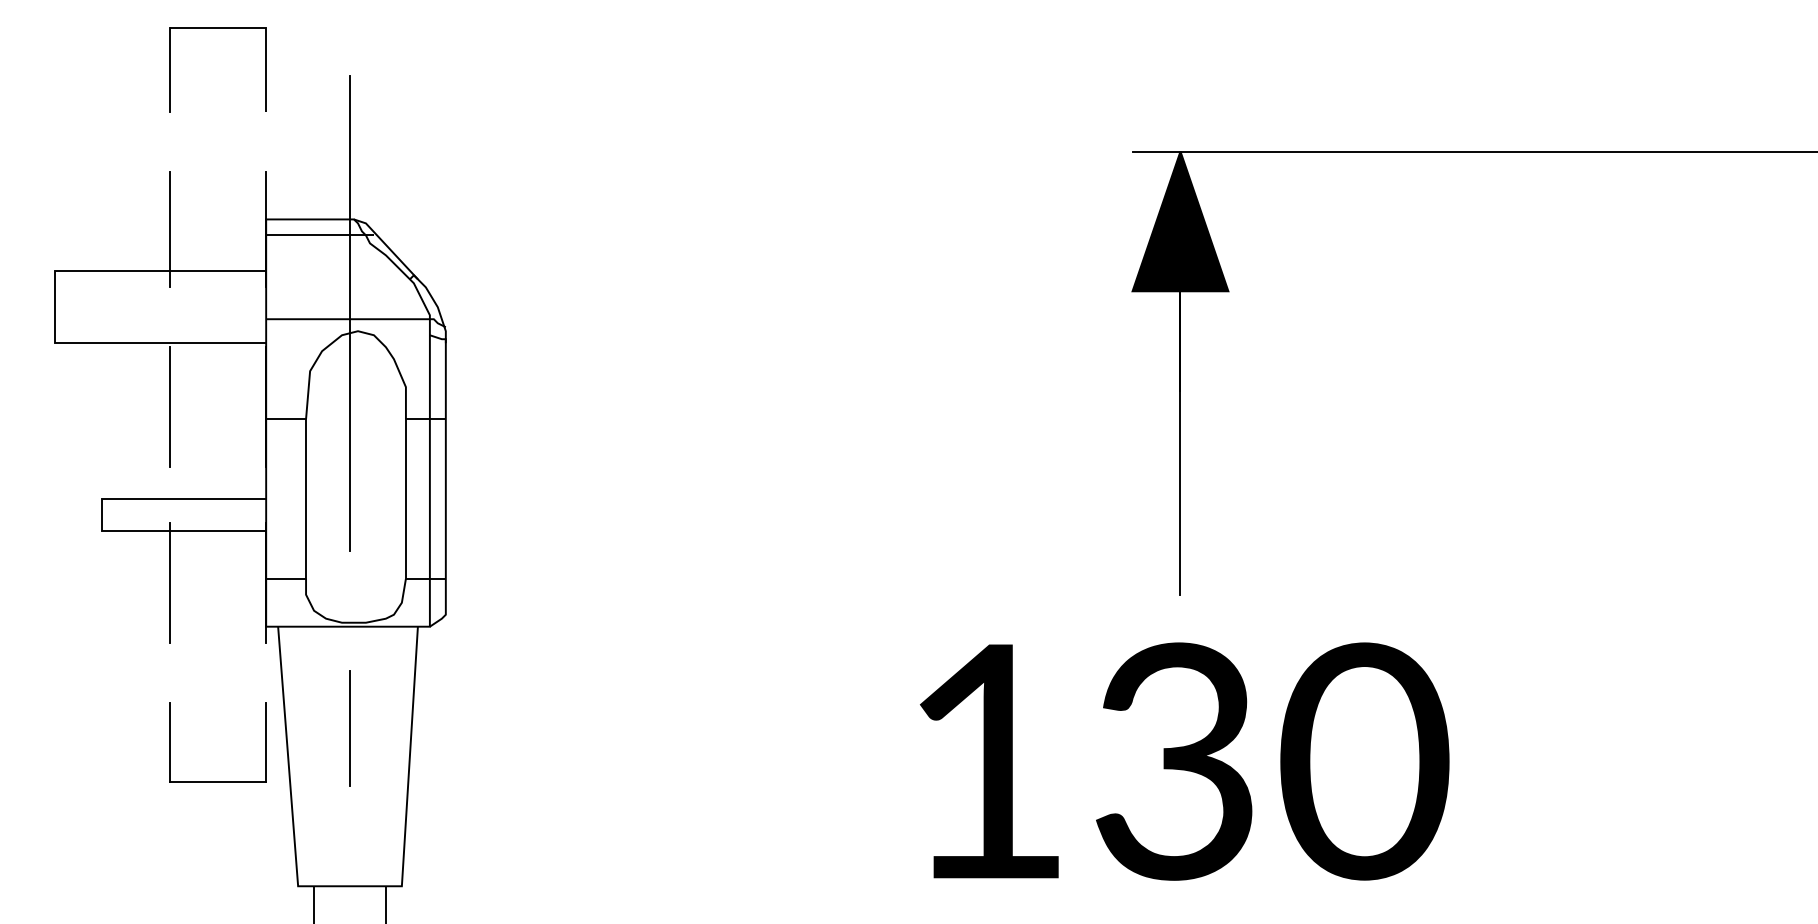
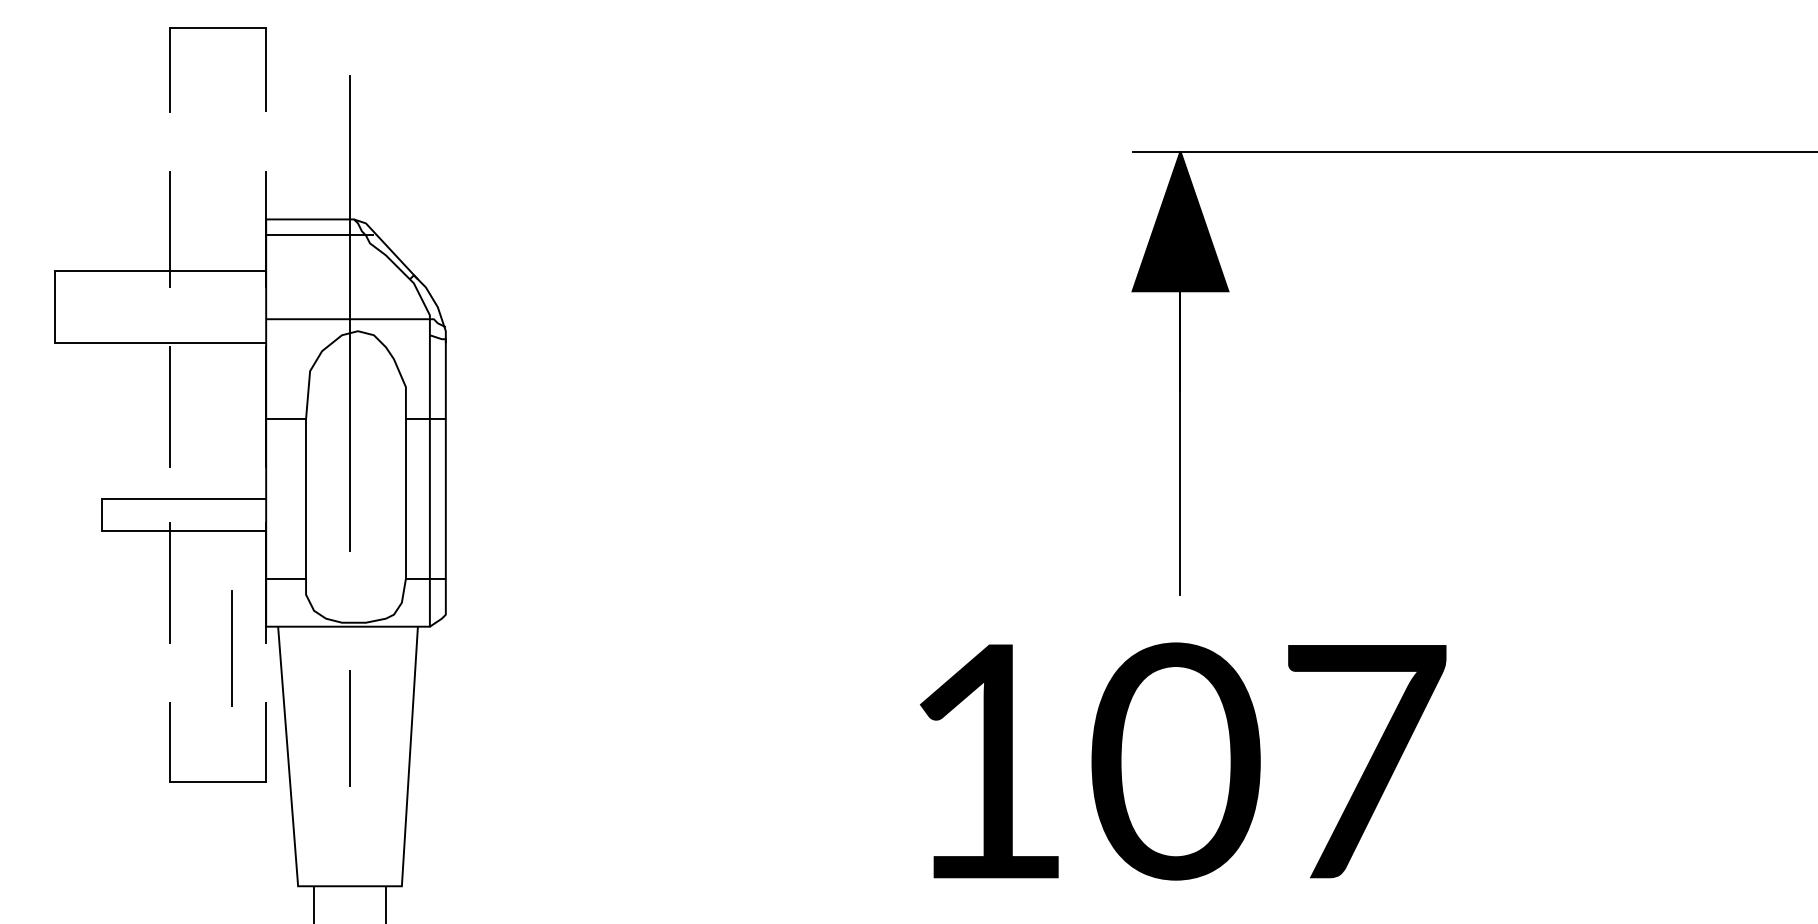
line at (231, 648): none -> present
text at (1270, 761): 130 -> 107
